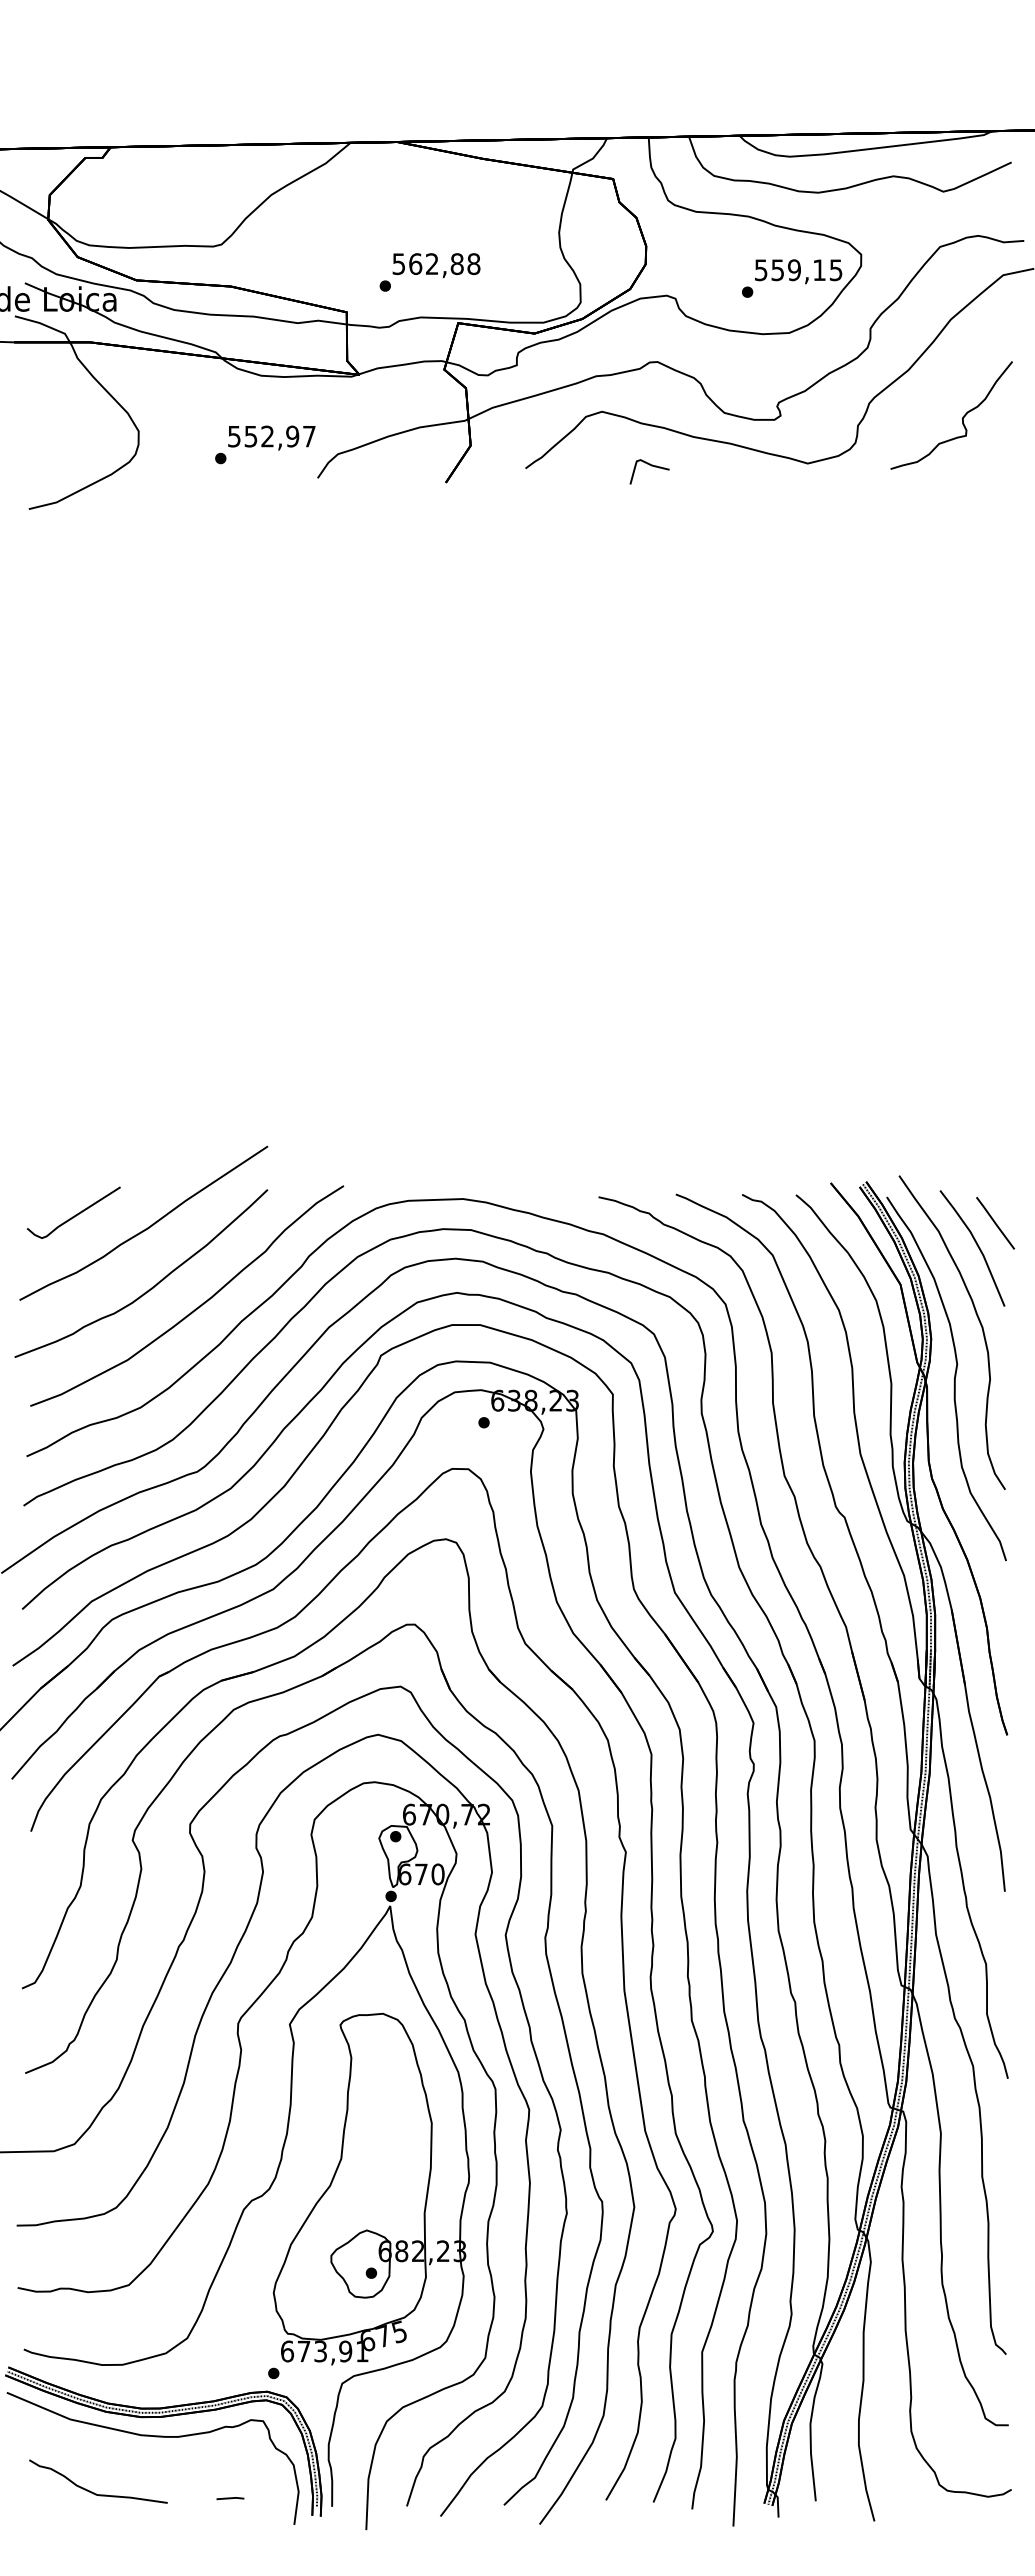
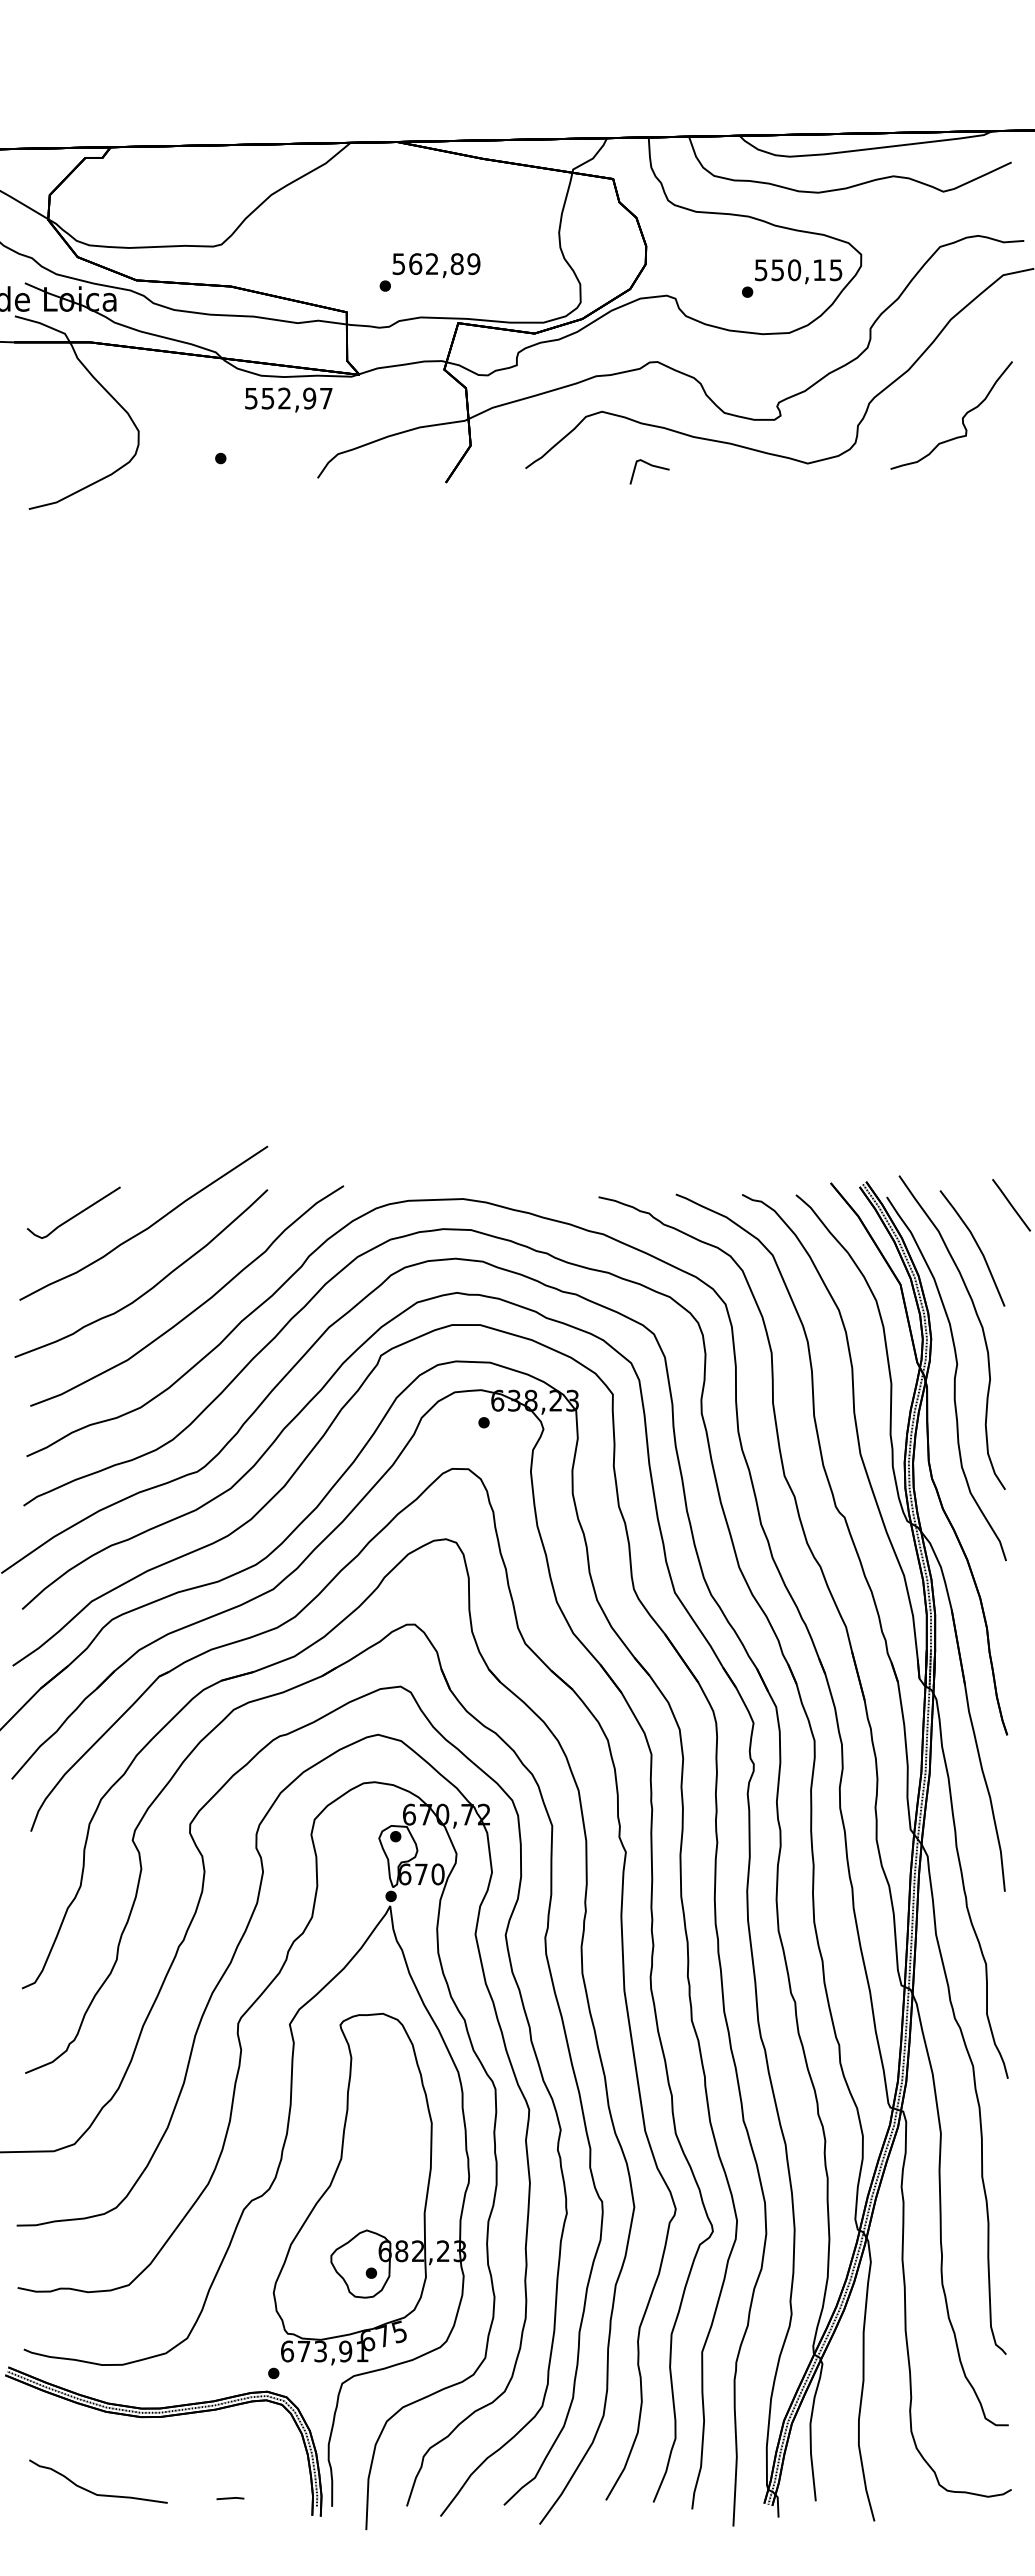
text at (473, 264): 562,88 -> 562,89
text at (794, 270): 559,15 -> 550,15
text at (271, 437) position: (271, 437) -> (288, 399)
line at (995, 1223) position: (995, 1223) -> (1011, 1205)
part at (154, 2437): present -> none
